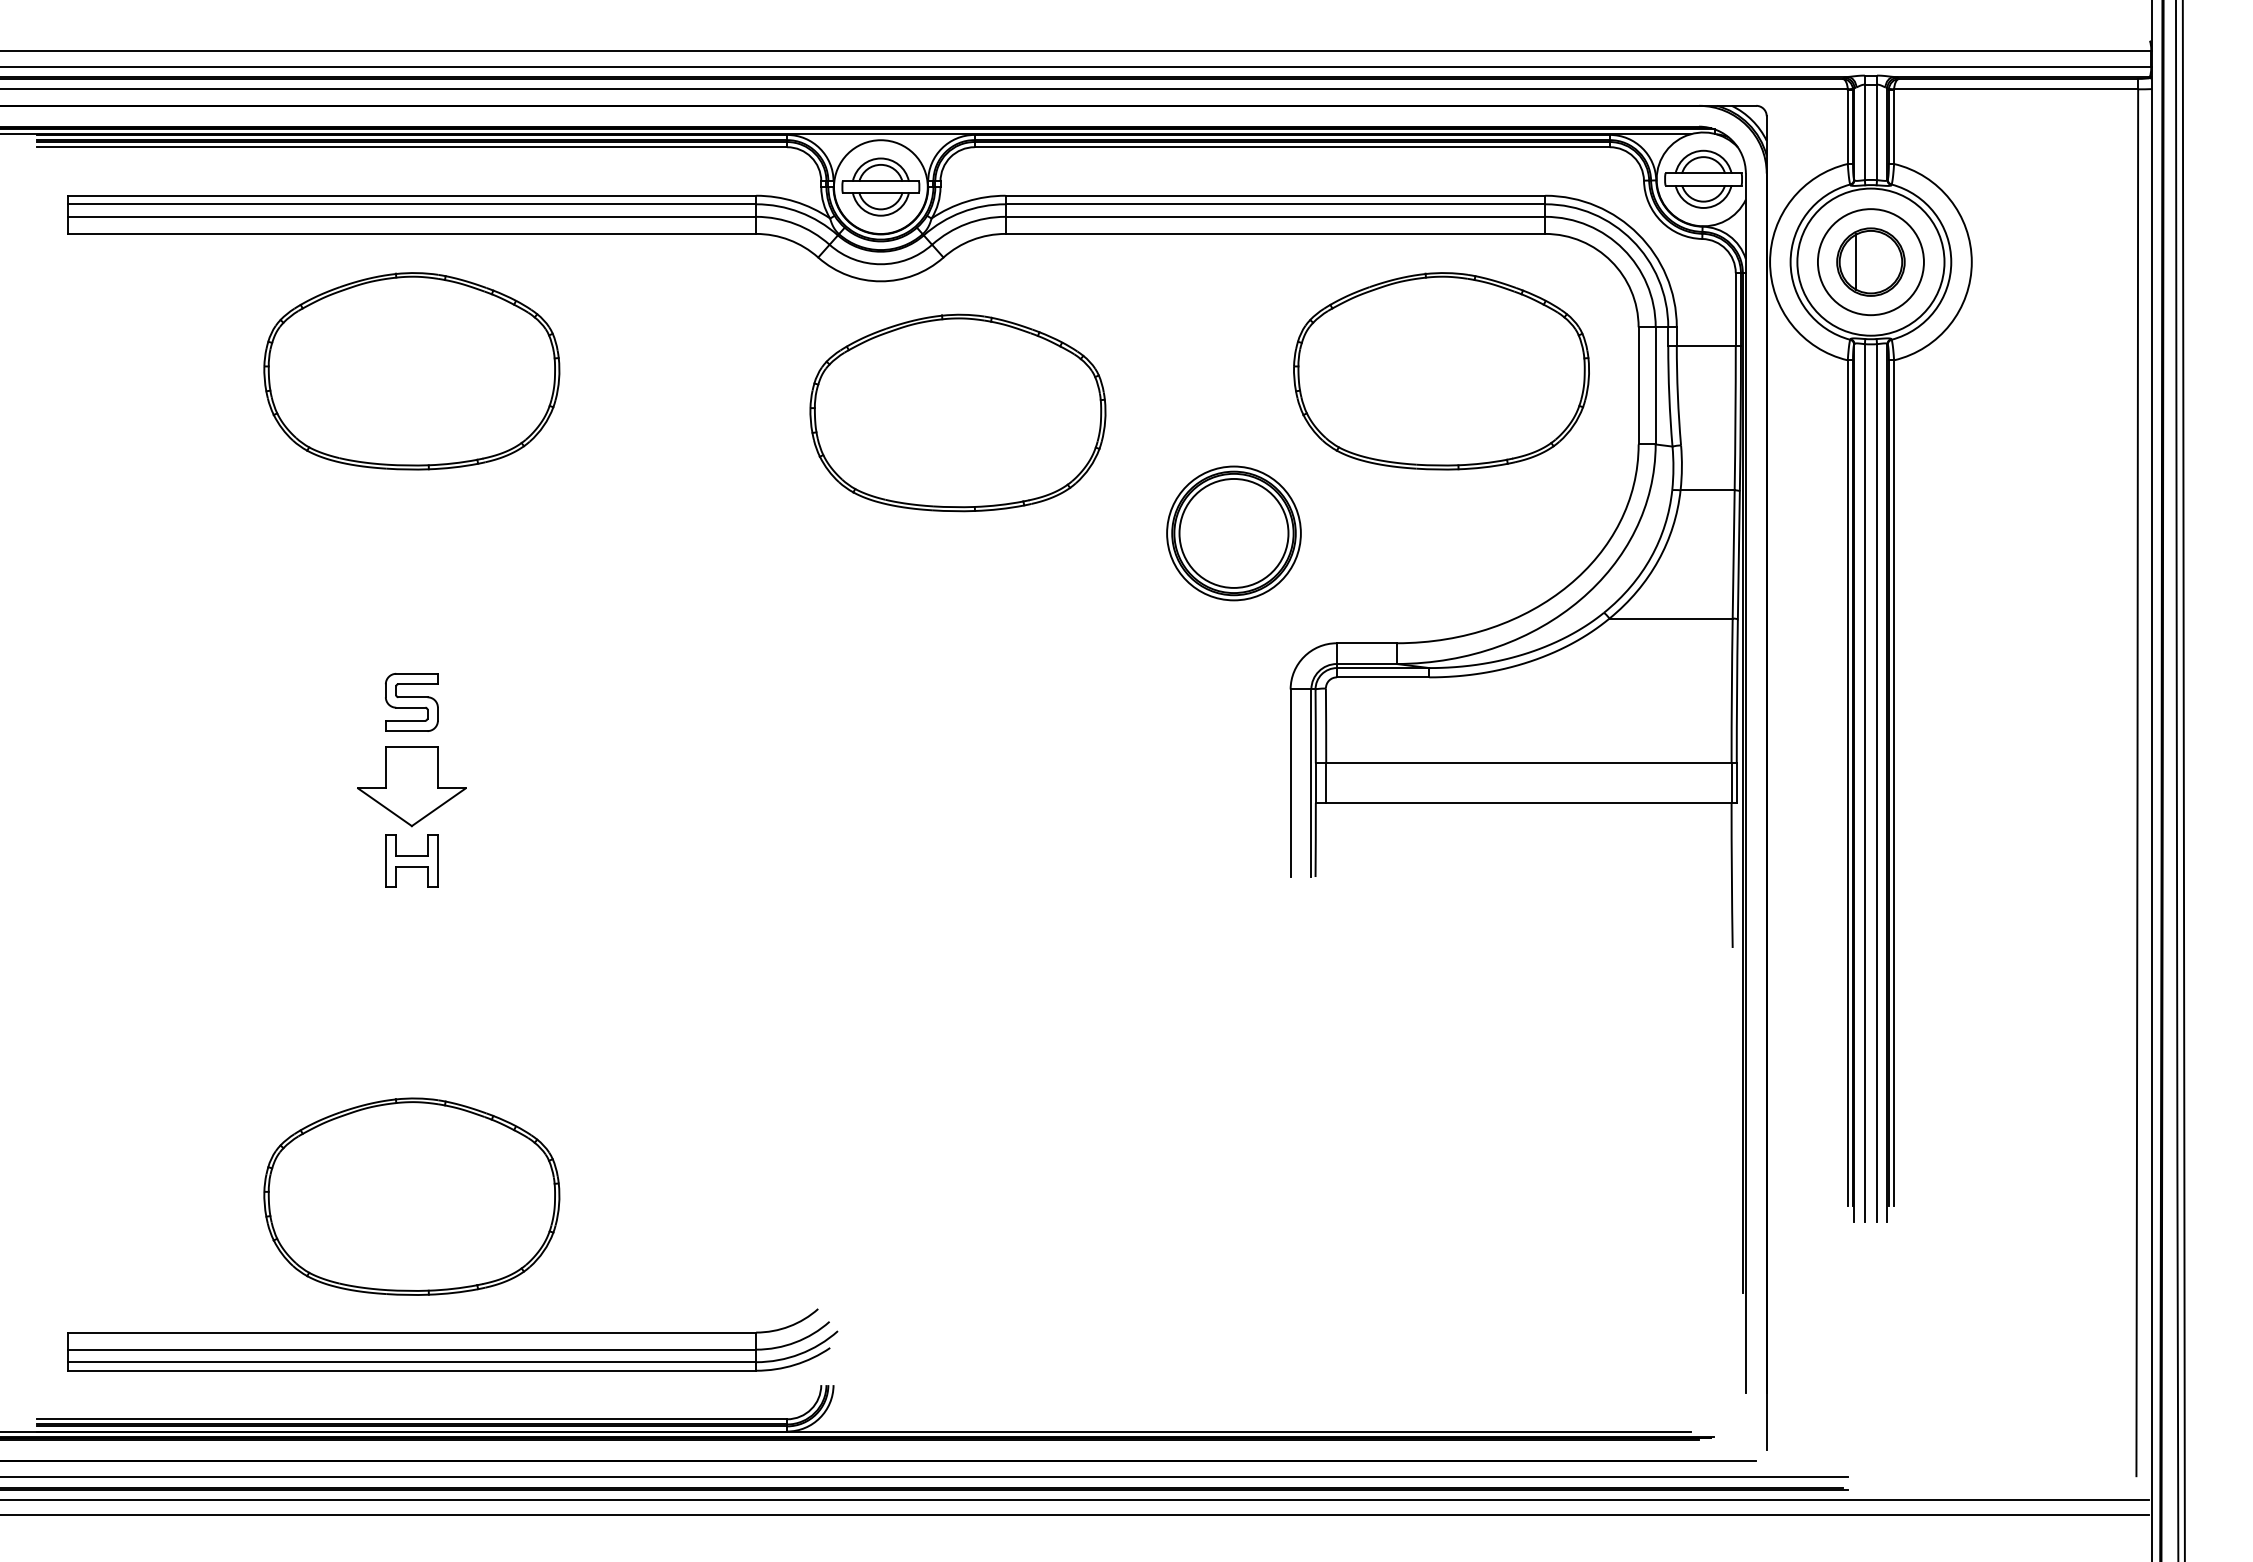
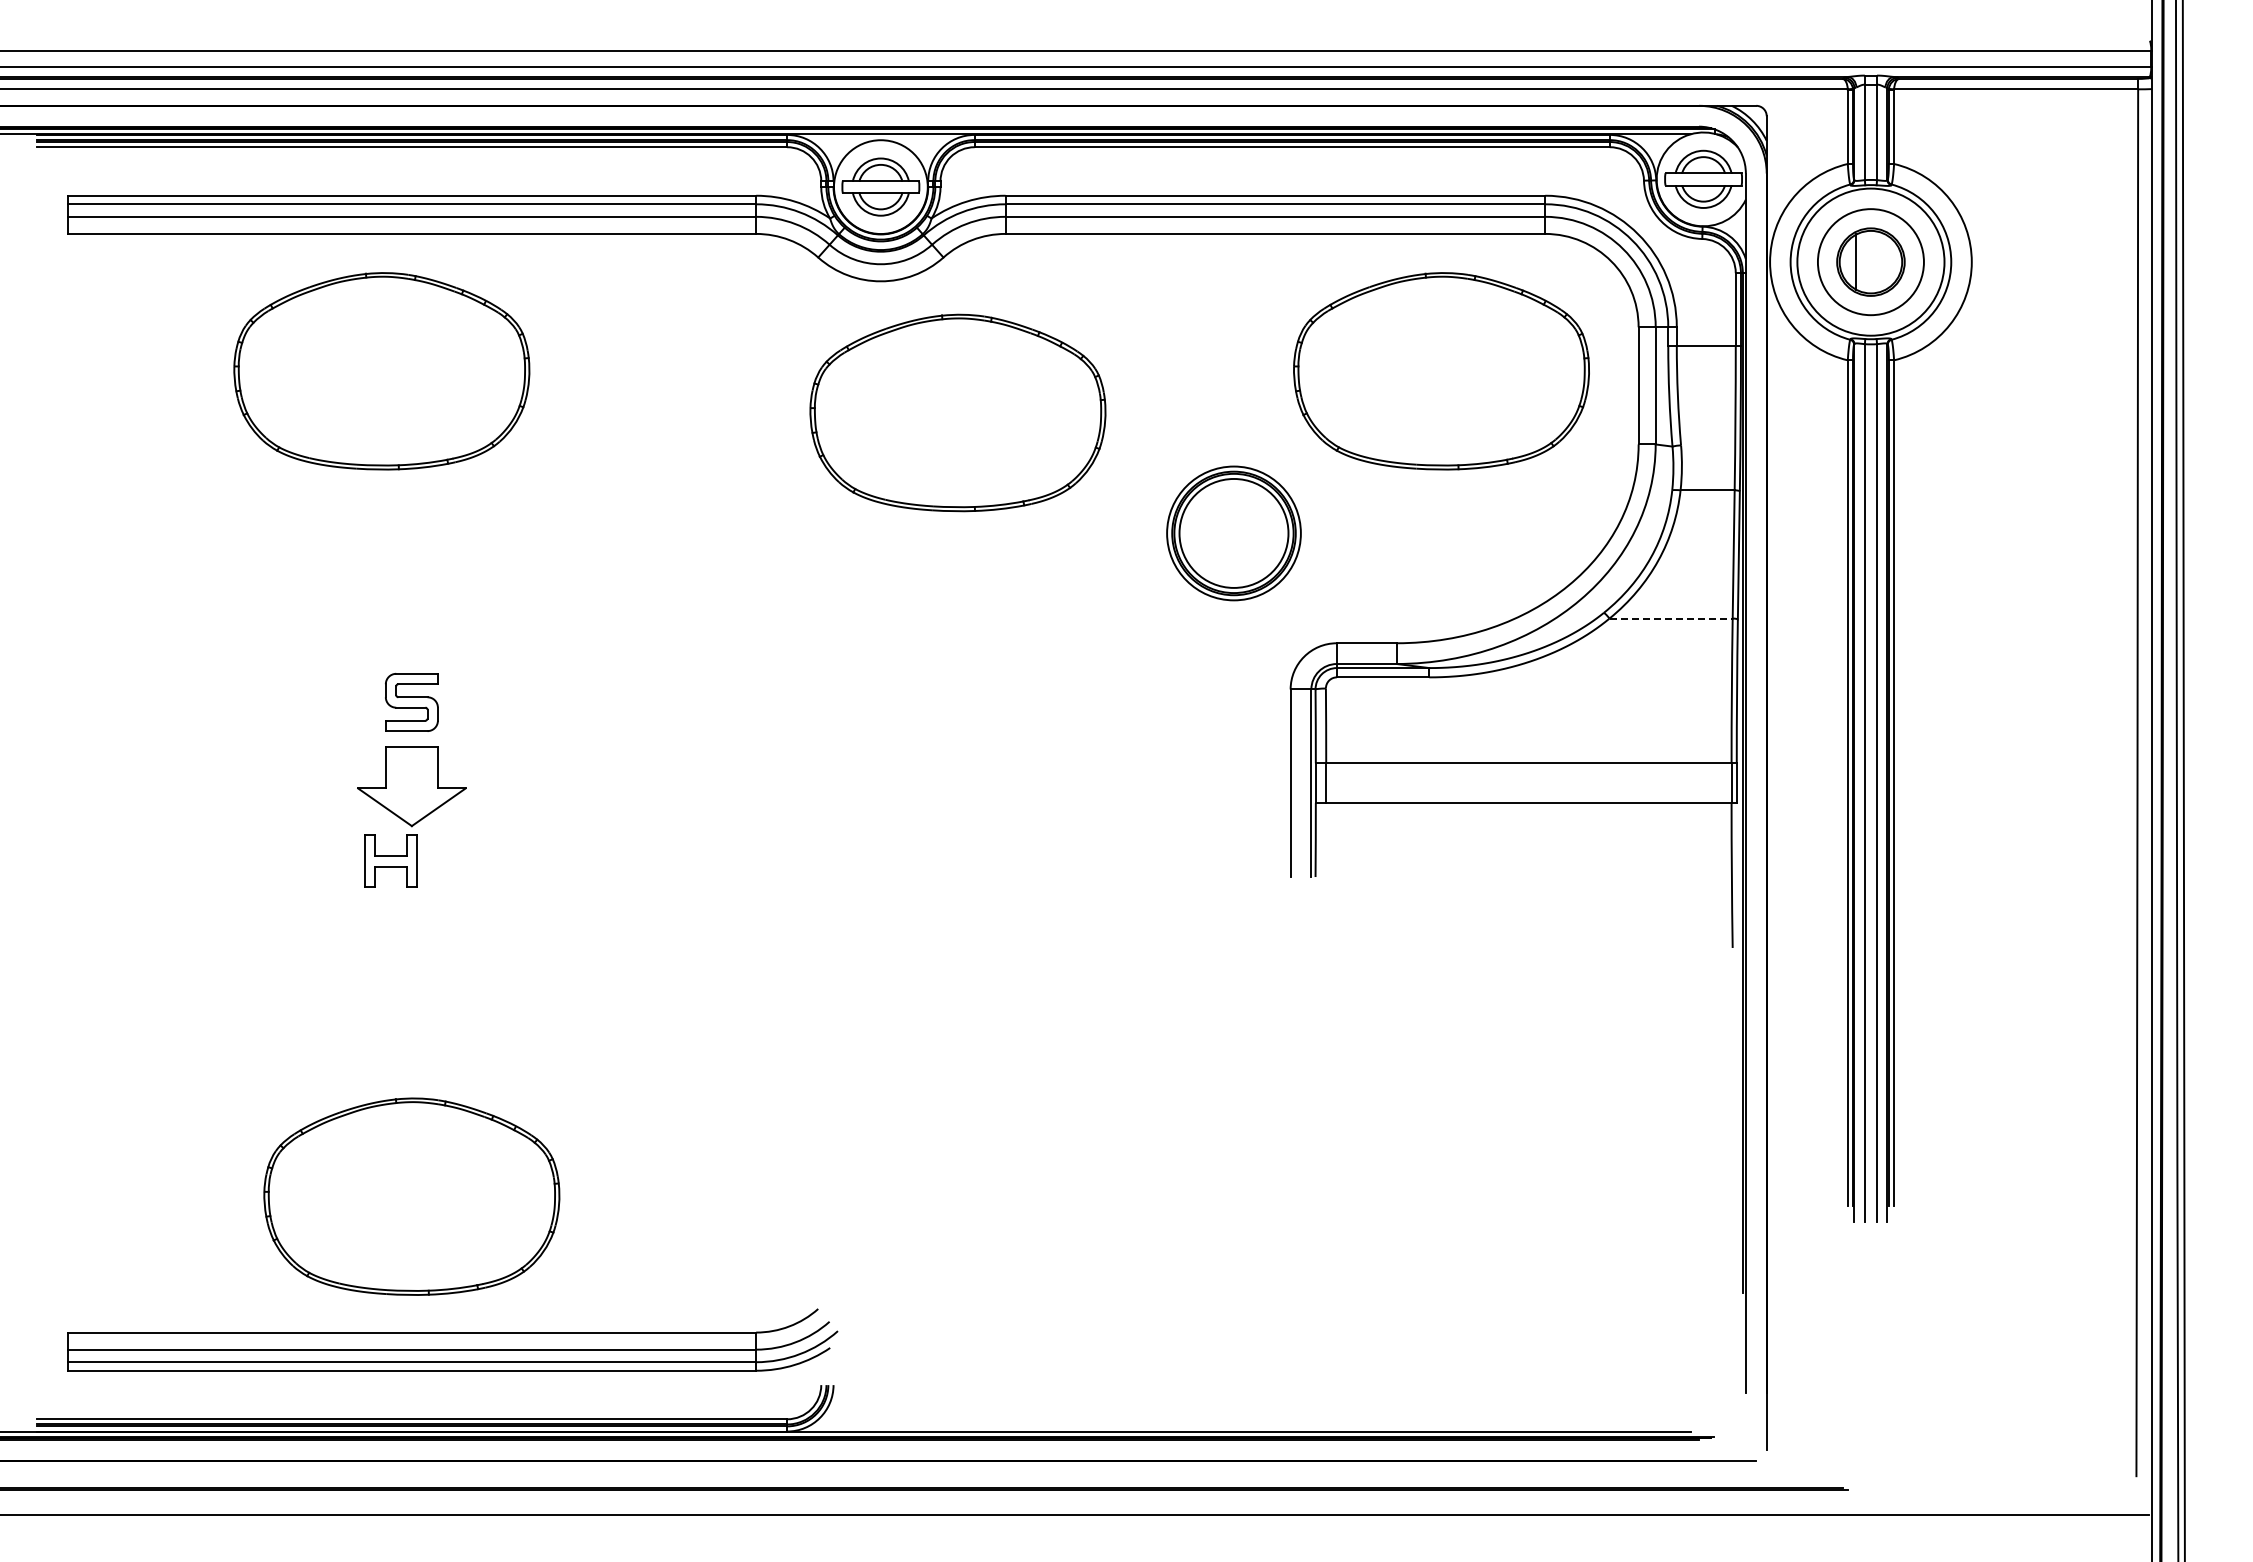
part at (411, 371) position: (411, 371) -> (381, 371)
line at (1671, 618): solid -> dashed
part at (411, 860) position: (411, 860) -> (390, 860)
line at (924, 1477): present -> none
line at (1075, 1499): present -> none
